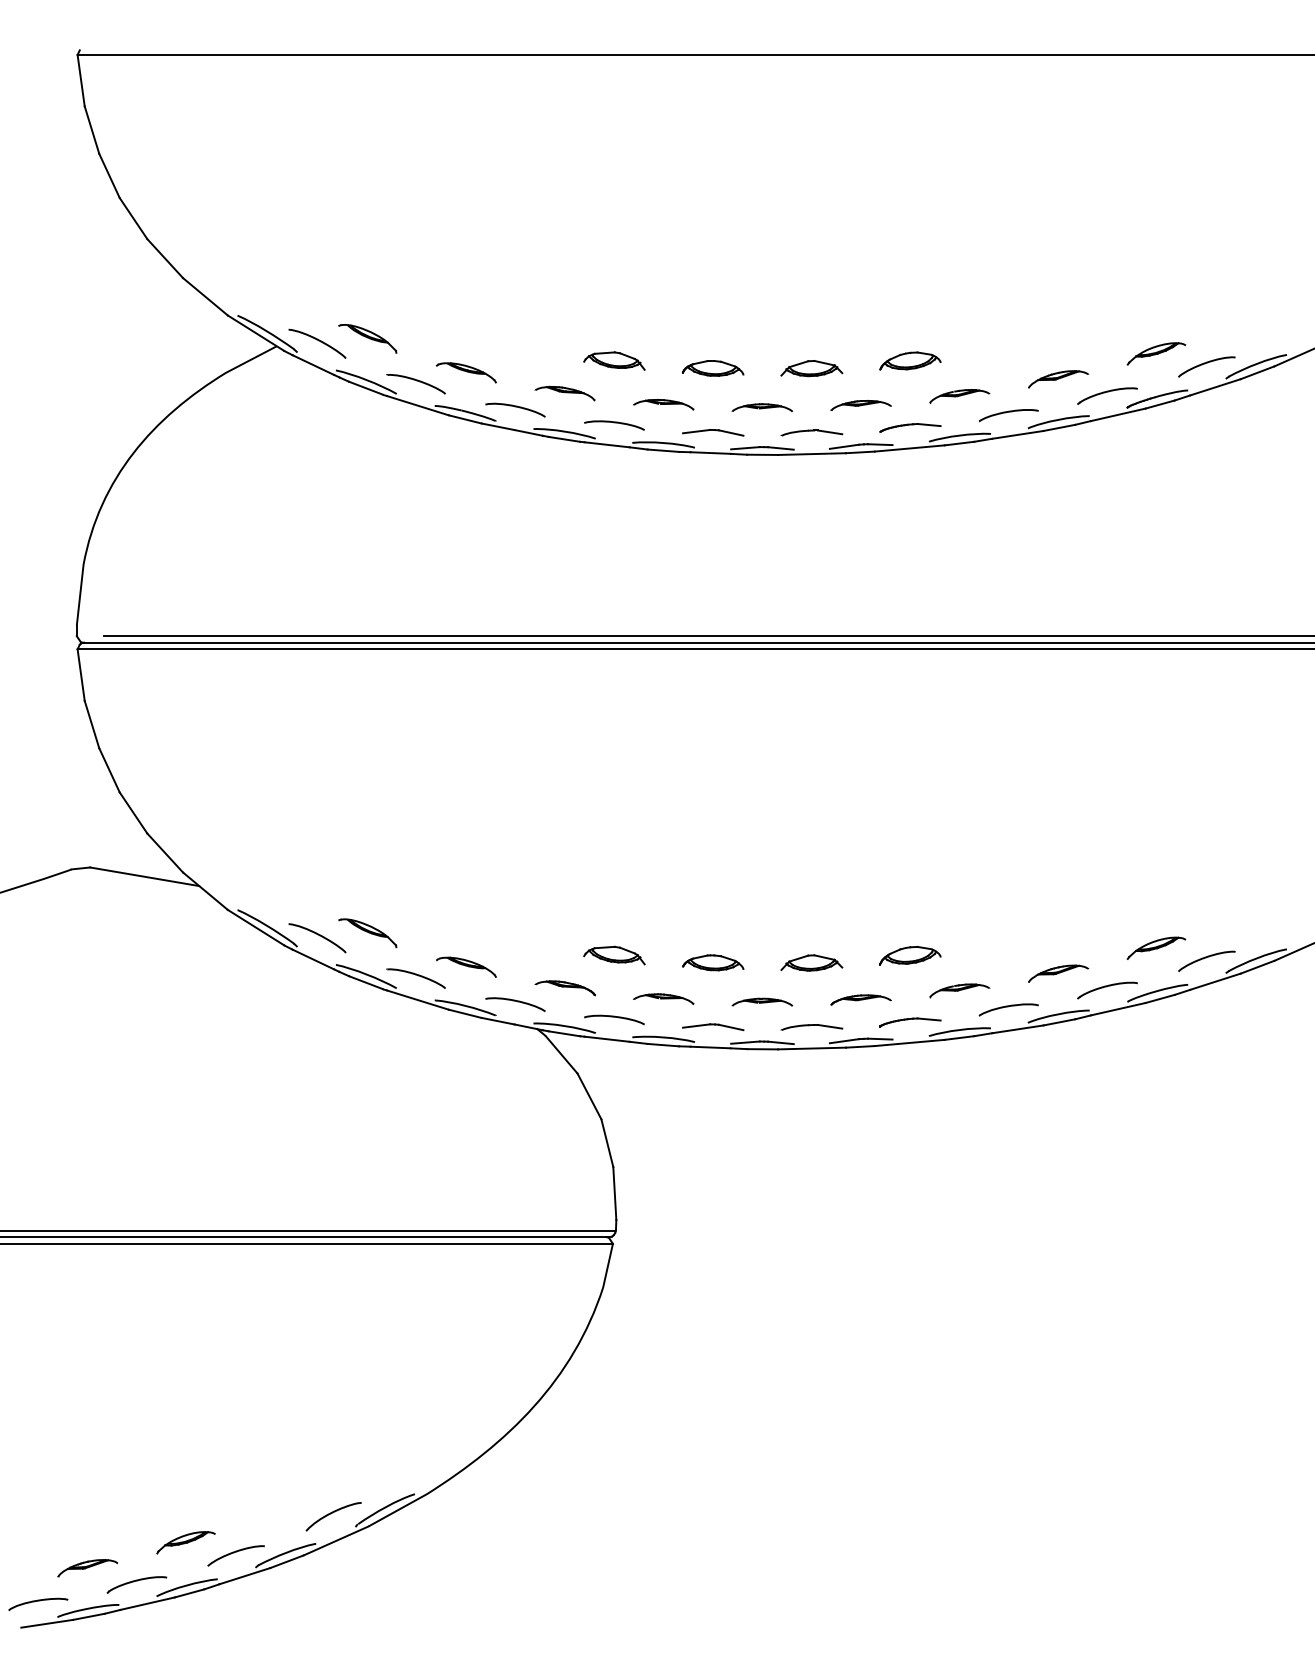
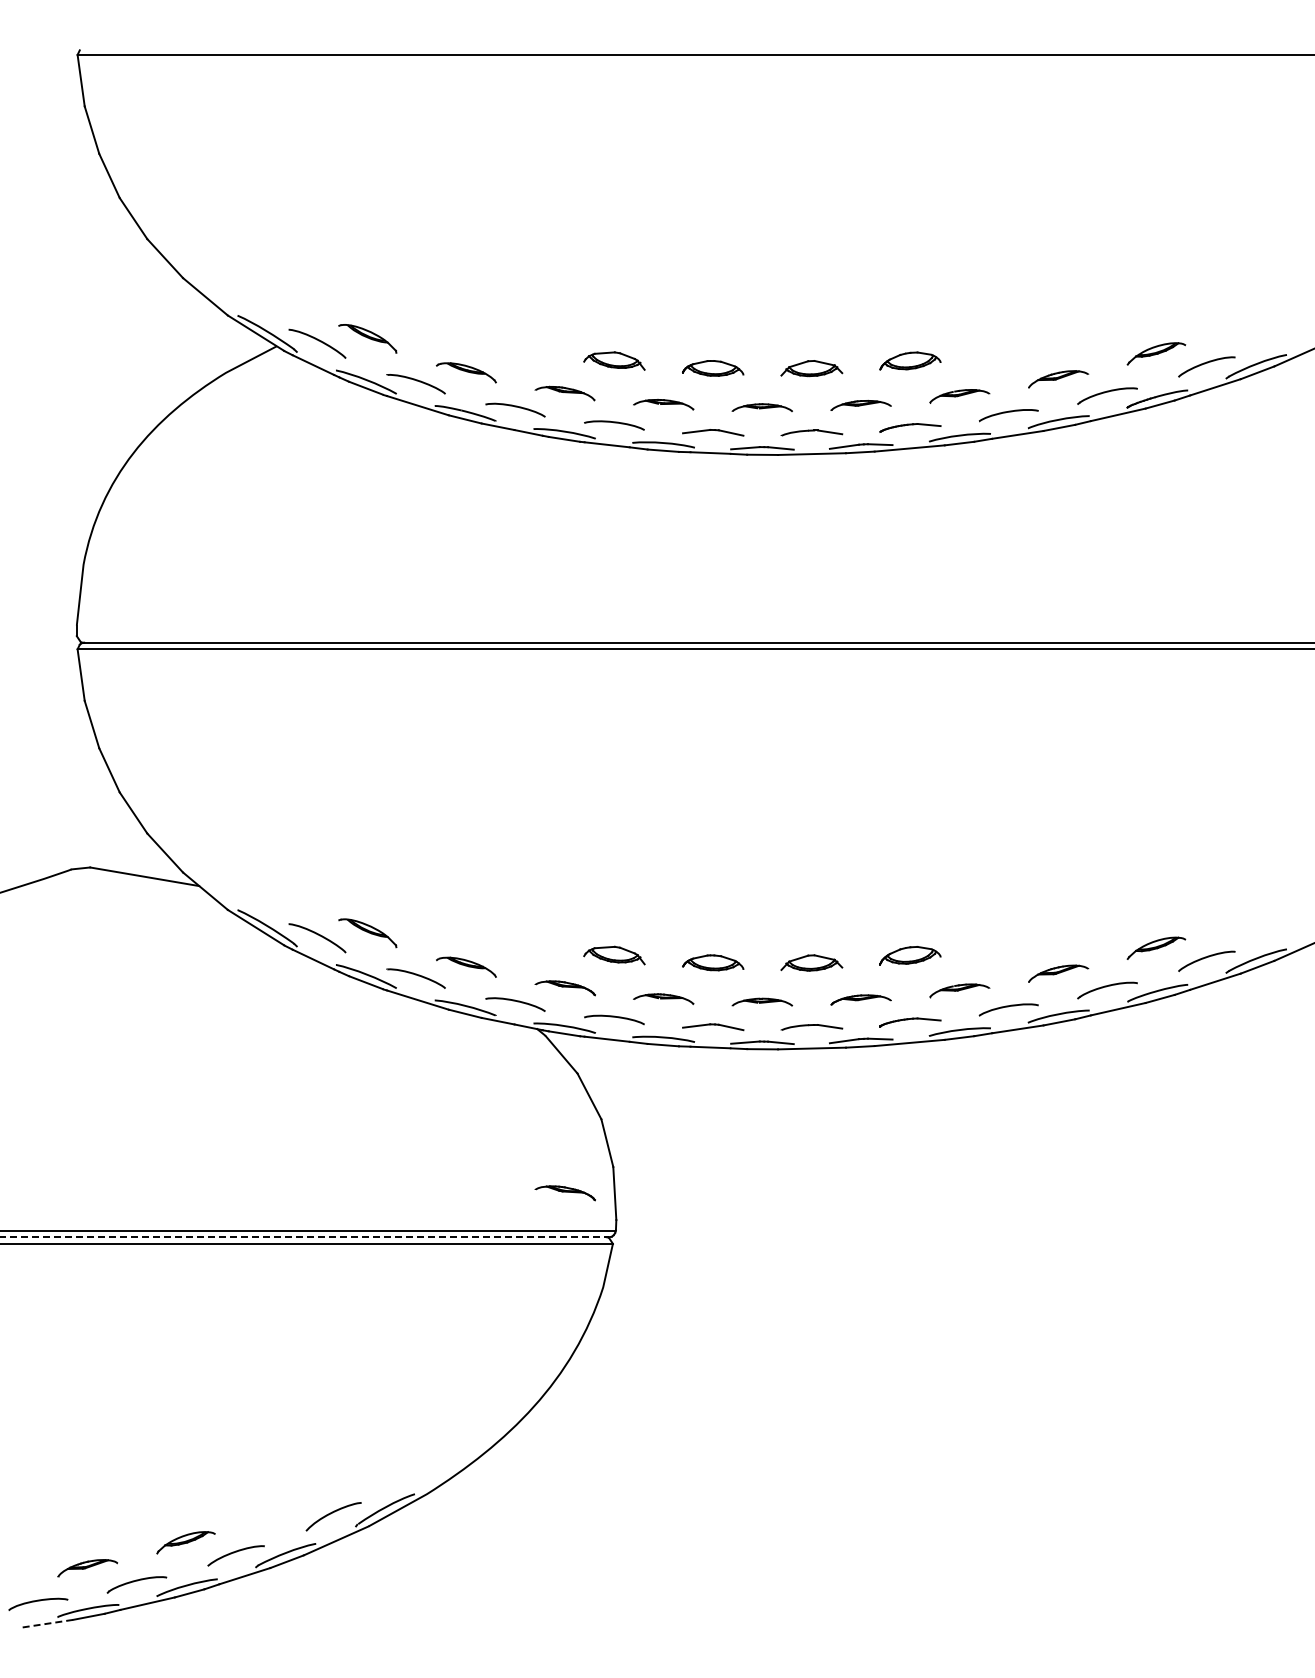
line at (707, 636): present -> none
part at (564, 1193): none -> present
line at (305, 1237): solid -> dashed
line at (46, 1623): solid -> dashed
